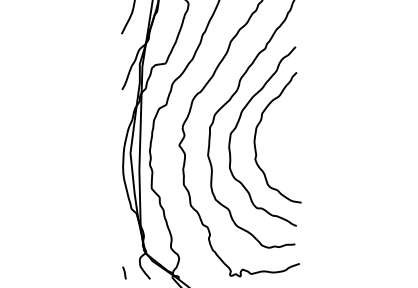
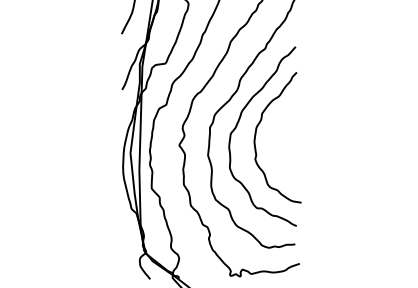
line at (124, 272): present -> none
